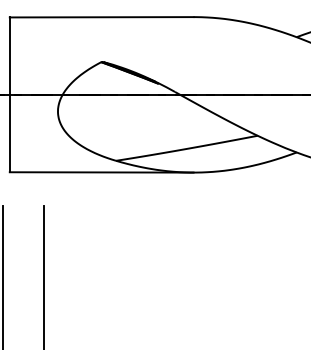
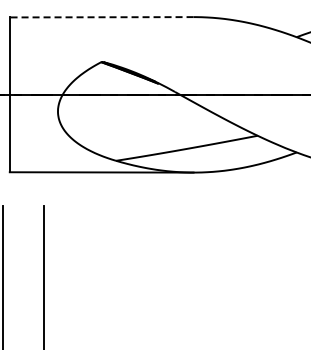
line at (101, 17): solid -> dashed
